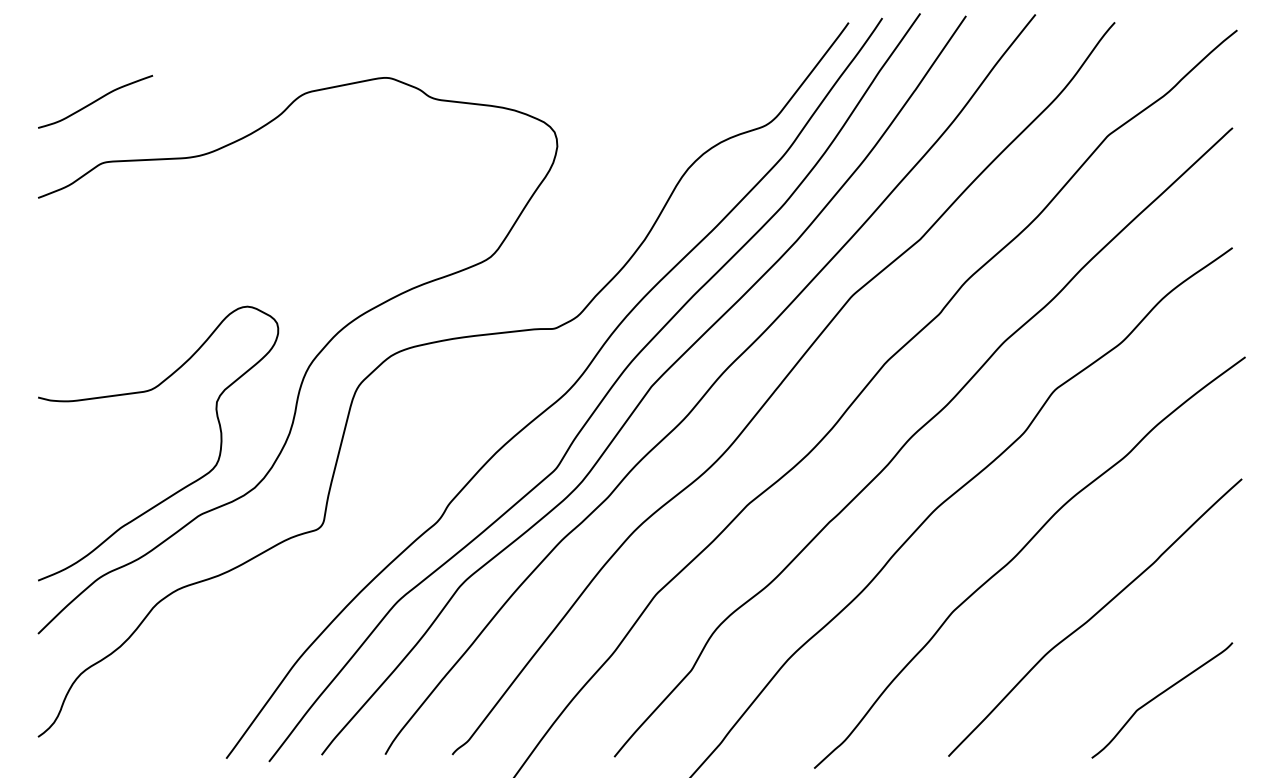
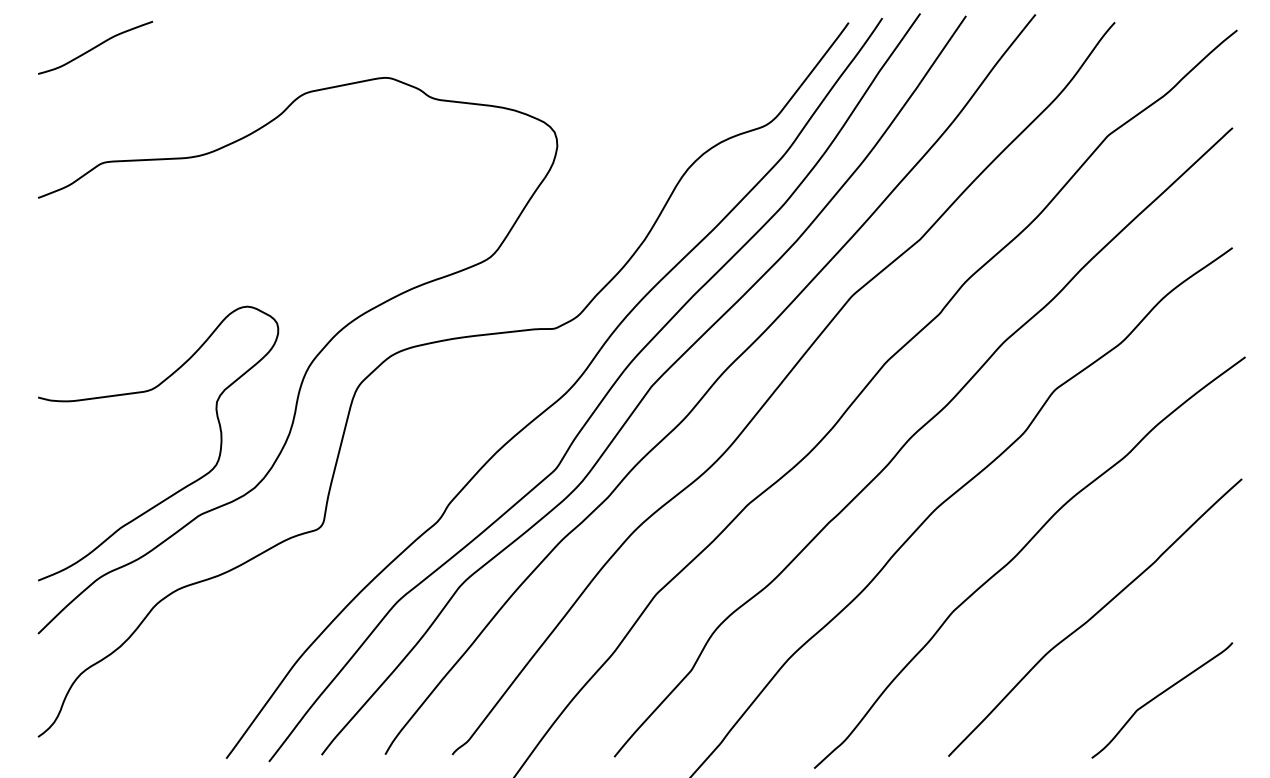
curve at (95, 101) position: (95, 101) -> (95, 47)
